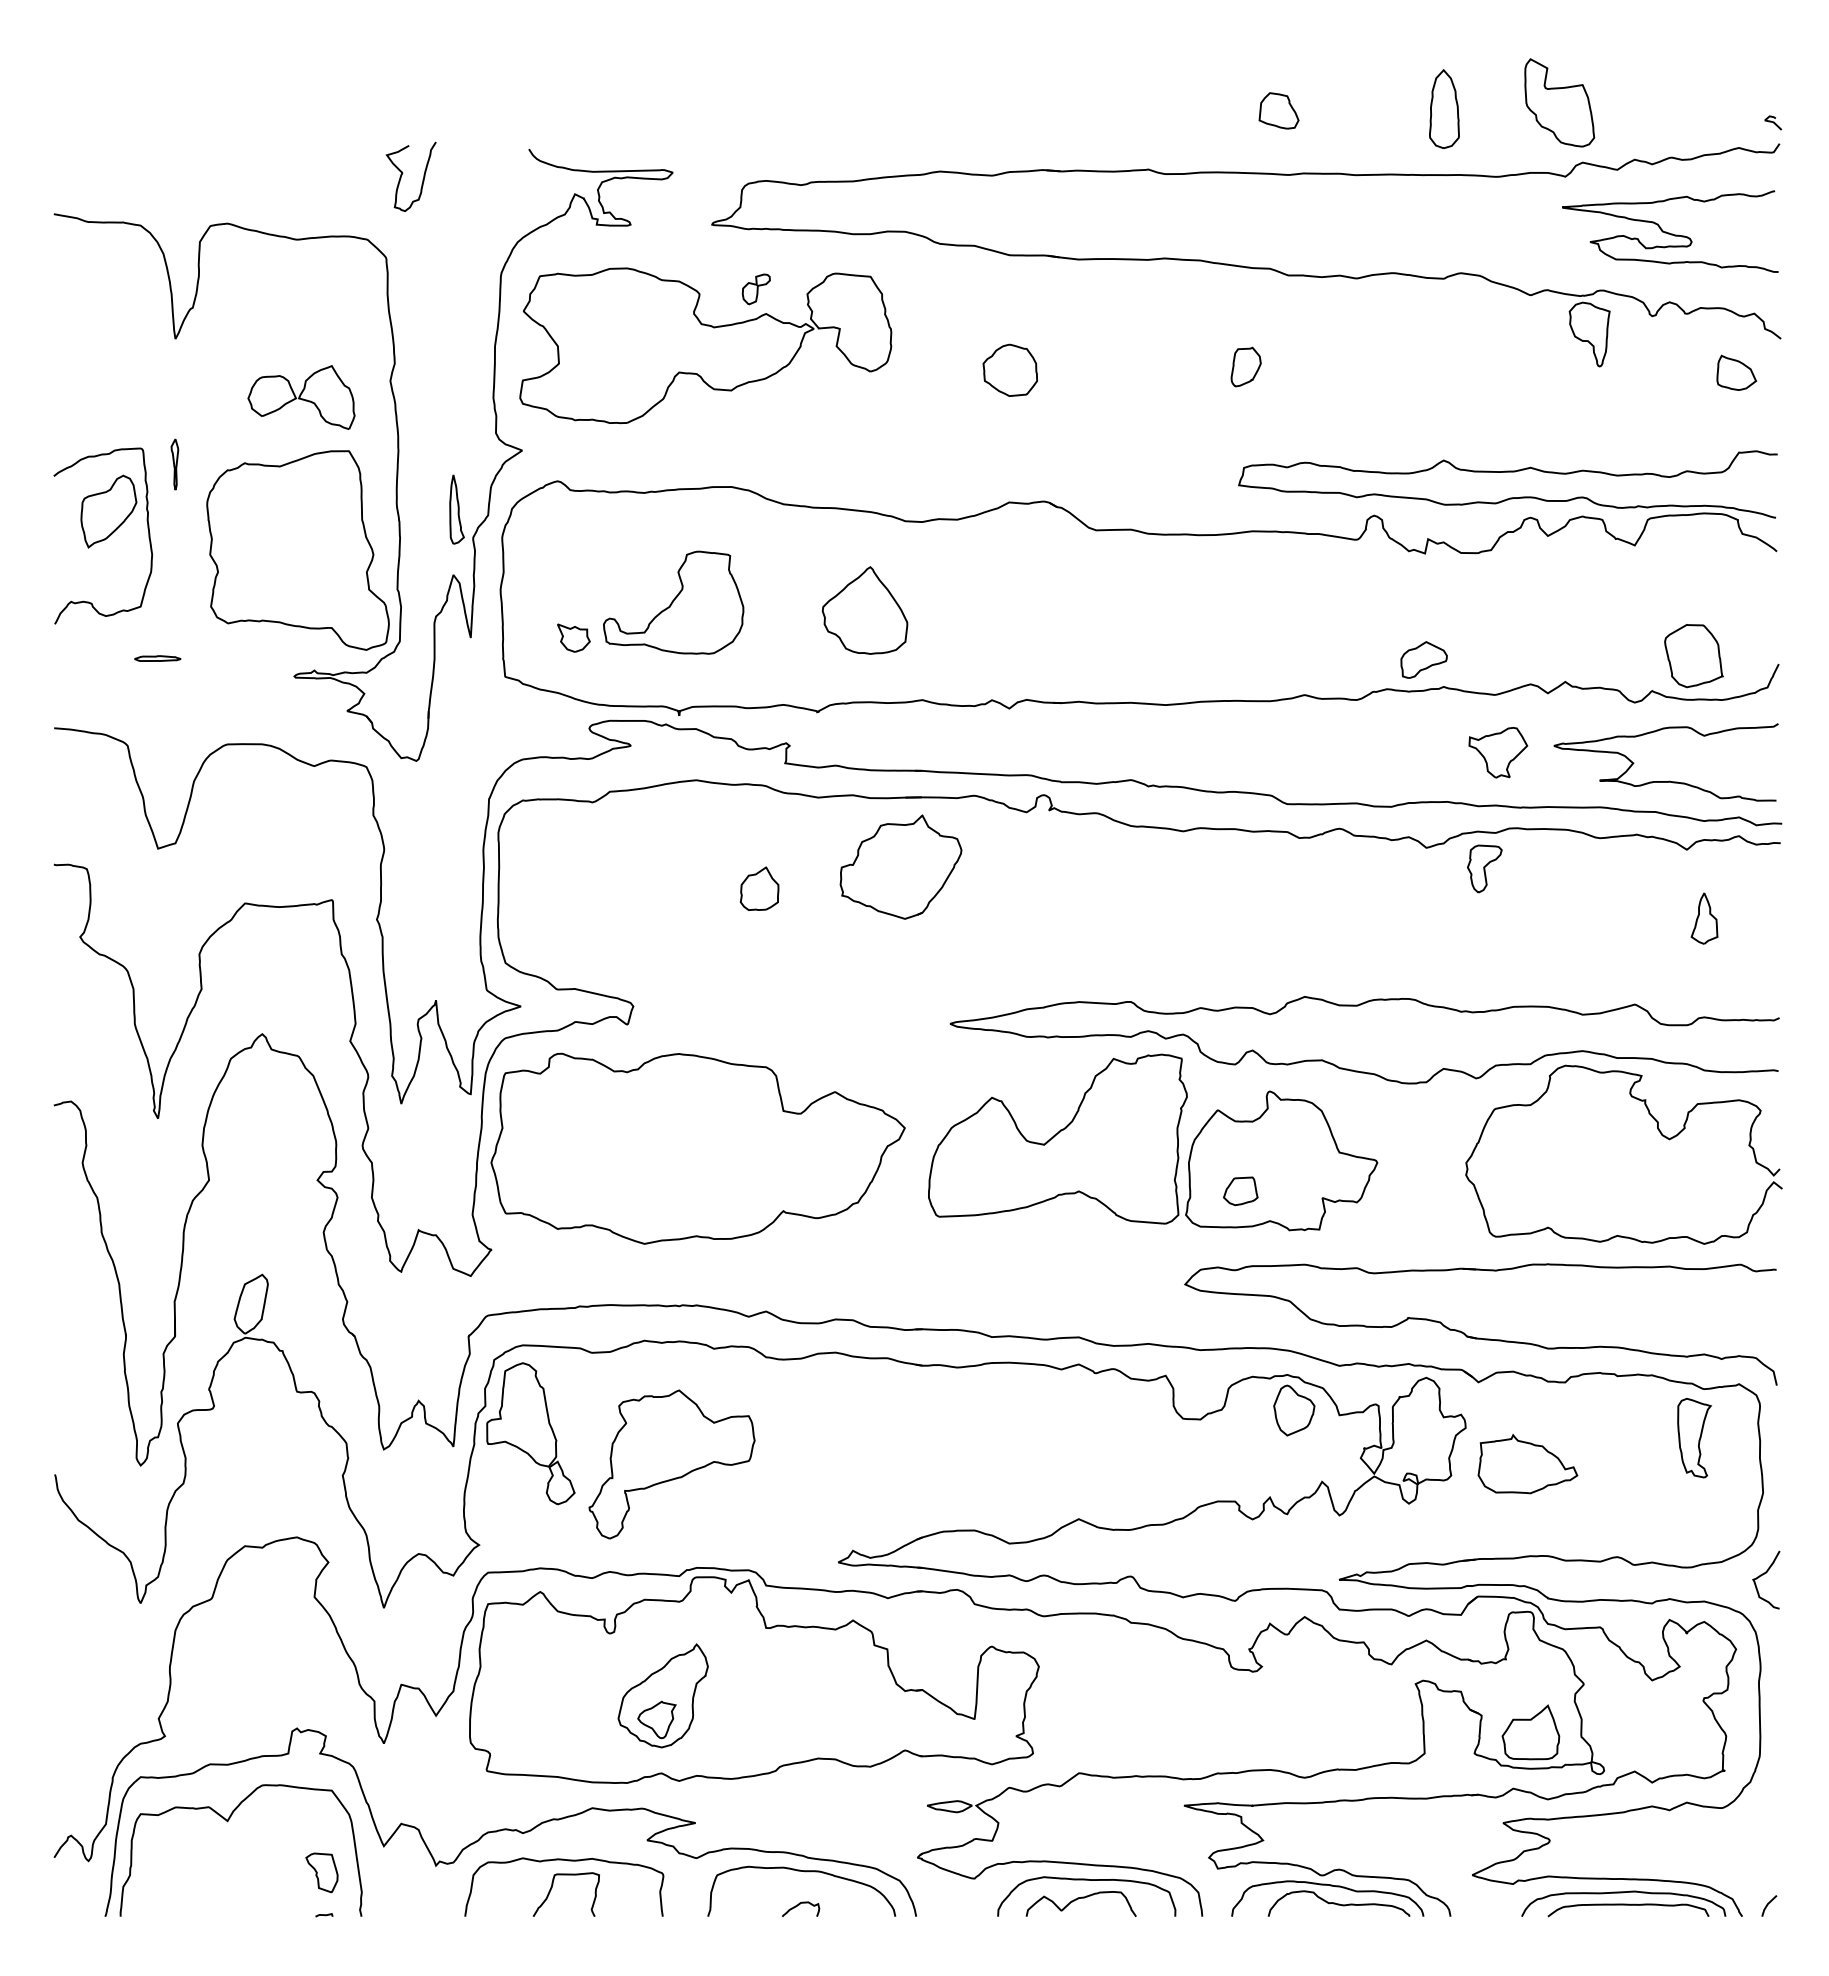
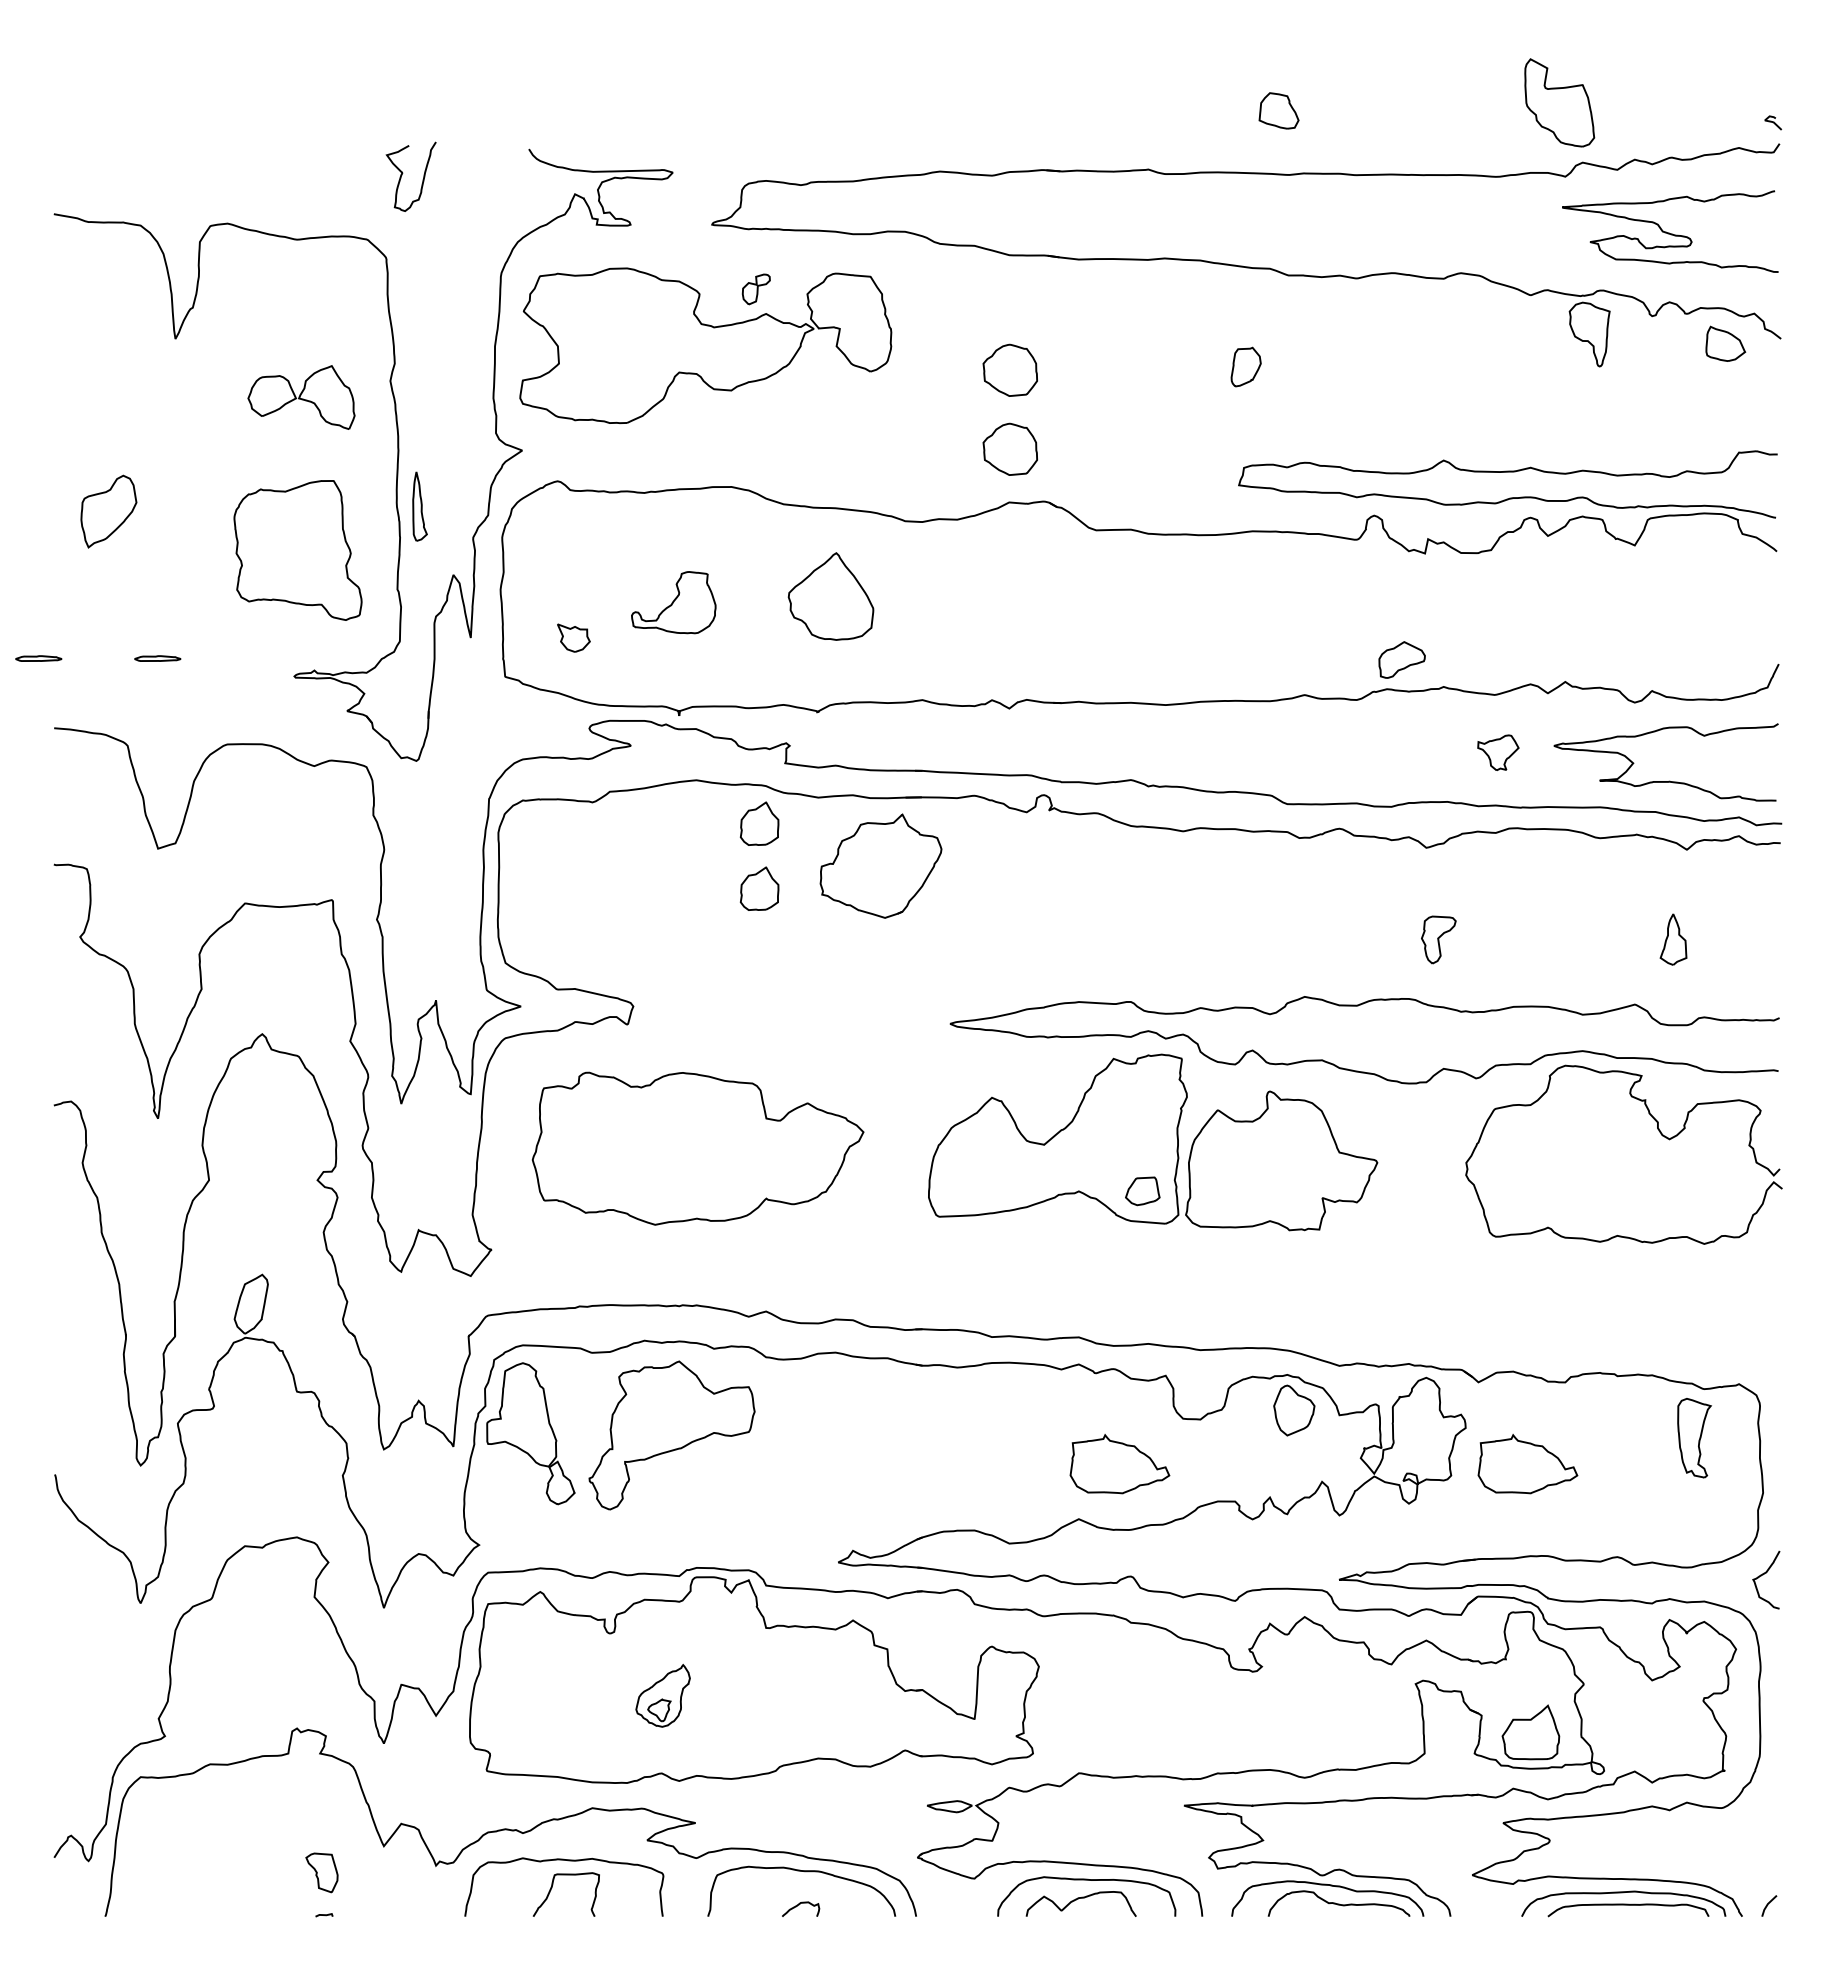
part at (1444, 108): present -> none
part at (1736, 372) position: (1736, 372) -> (1725, 343)
part at (1009, 448): none -> present
part at (174, 464): present -> none
part at (456, 509) position: (456, 509) -> (419, 506)
curve at (147, 528): present -> none
part at (297, 550) size: 184x201 px -> 130x141 px
part at (673, 602) size: 142x105 px -> 86x64 px
part at (864, 610) position: (864, 610) -> (830, 596)
part at (1693, 656): present -> none
part at (38, 658): none -> present
part at (1423, 659) position: (1423, 659) -> (1401, 659)
part at (1498, 752) size: 61x52 px -> 43x37 px
part at (759, 823): none -> present
part at (900, 866) position: (900, 866) -> (880, 865)
part at (1484, 868) position: (1484, 868) -> (1438, 939)
part at (1704, 918) position: (1704, 918) -> (1673, 939)
part at (697, 1148) size: 416x193 px -> 334x155 px
part at (1240, 1191) position: (1240, 1191) -> (1142, 1191)
part at (1480, 1337): present -> none
part at (671, 1464) position: (671, 1464) -> (671, 1435)
part at (1119, 1464): none -> present
part at (662, 1695) size: 92x106 px -> 56x64 px
curve at (227, 1822): present -> none
